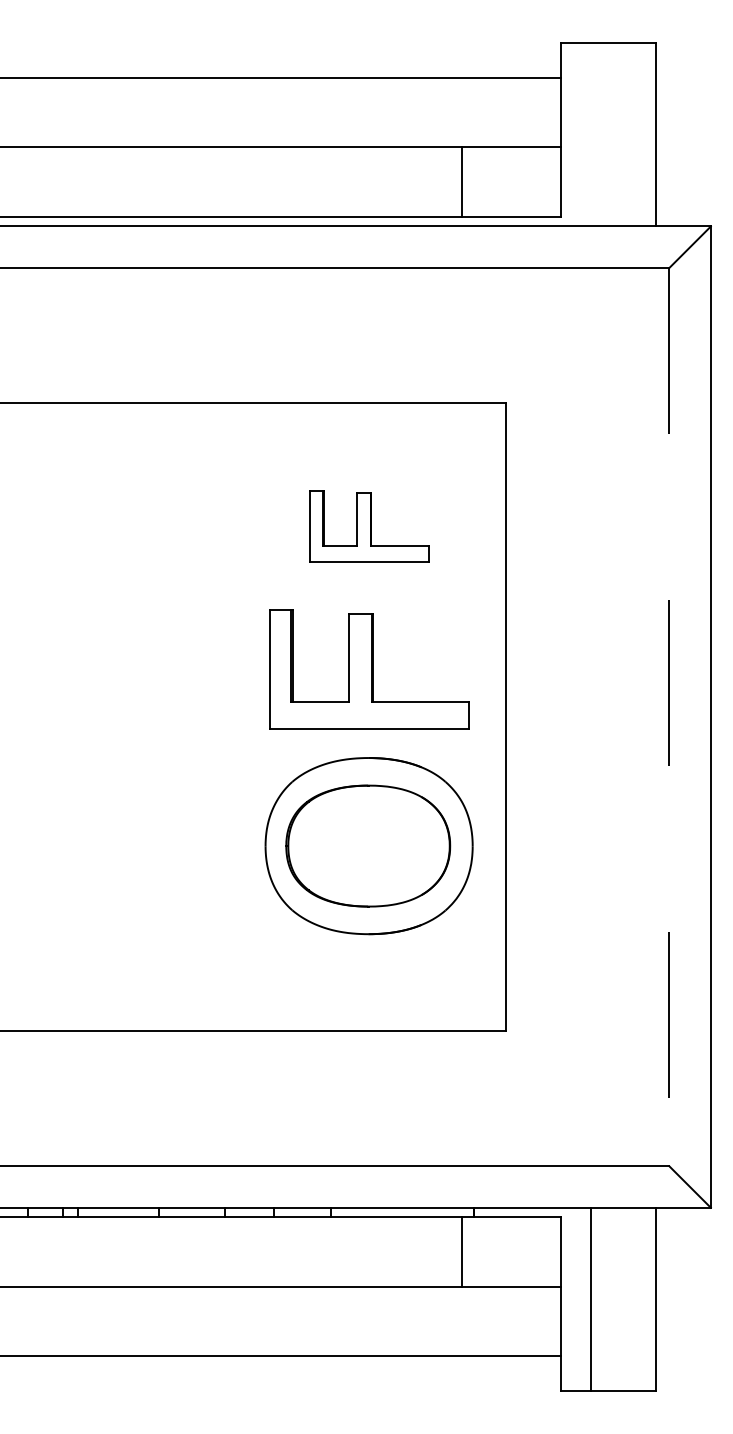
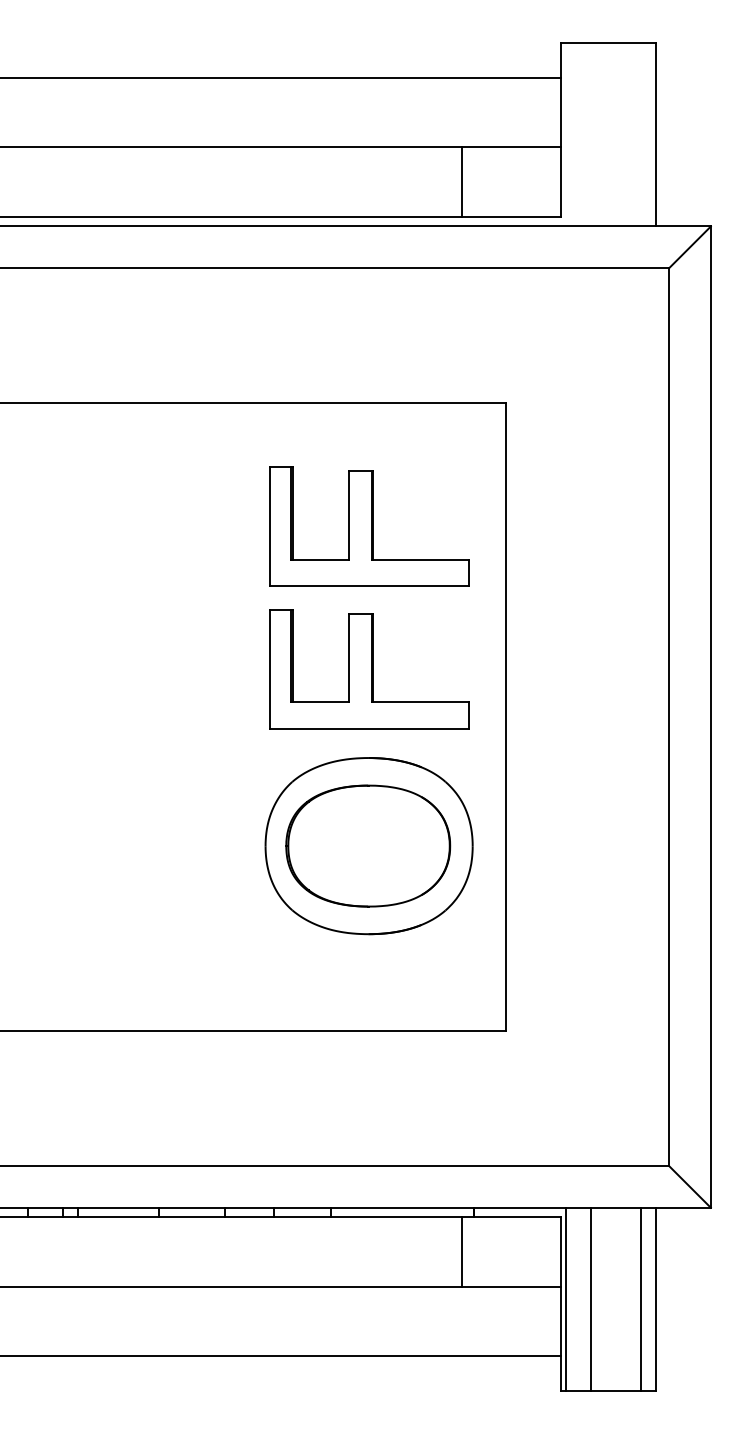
part at (369, 526) size: 121x73 px -> 201x121 px
line at (669, 717): dashed -> solid
line at (565, 1298): none -> present
line at (641, 1298): none -> present
